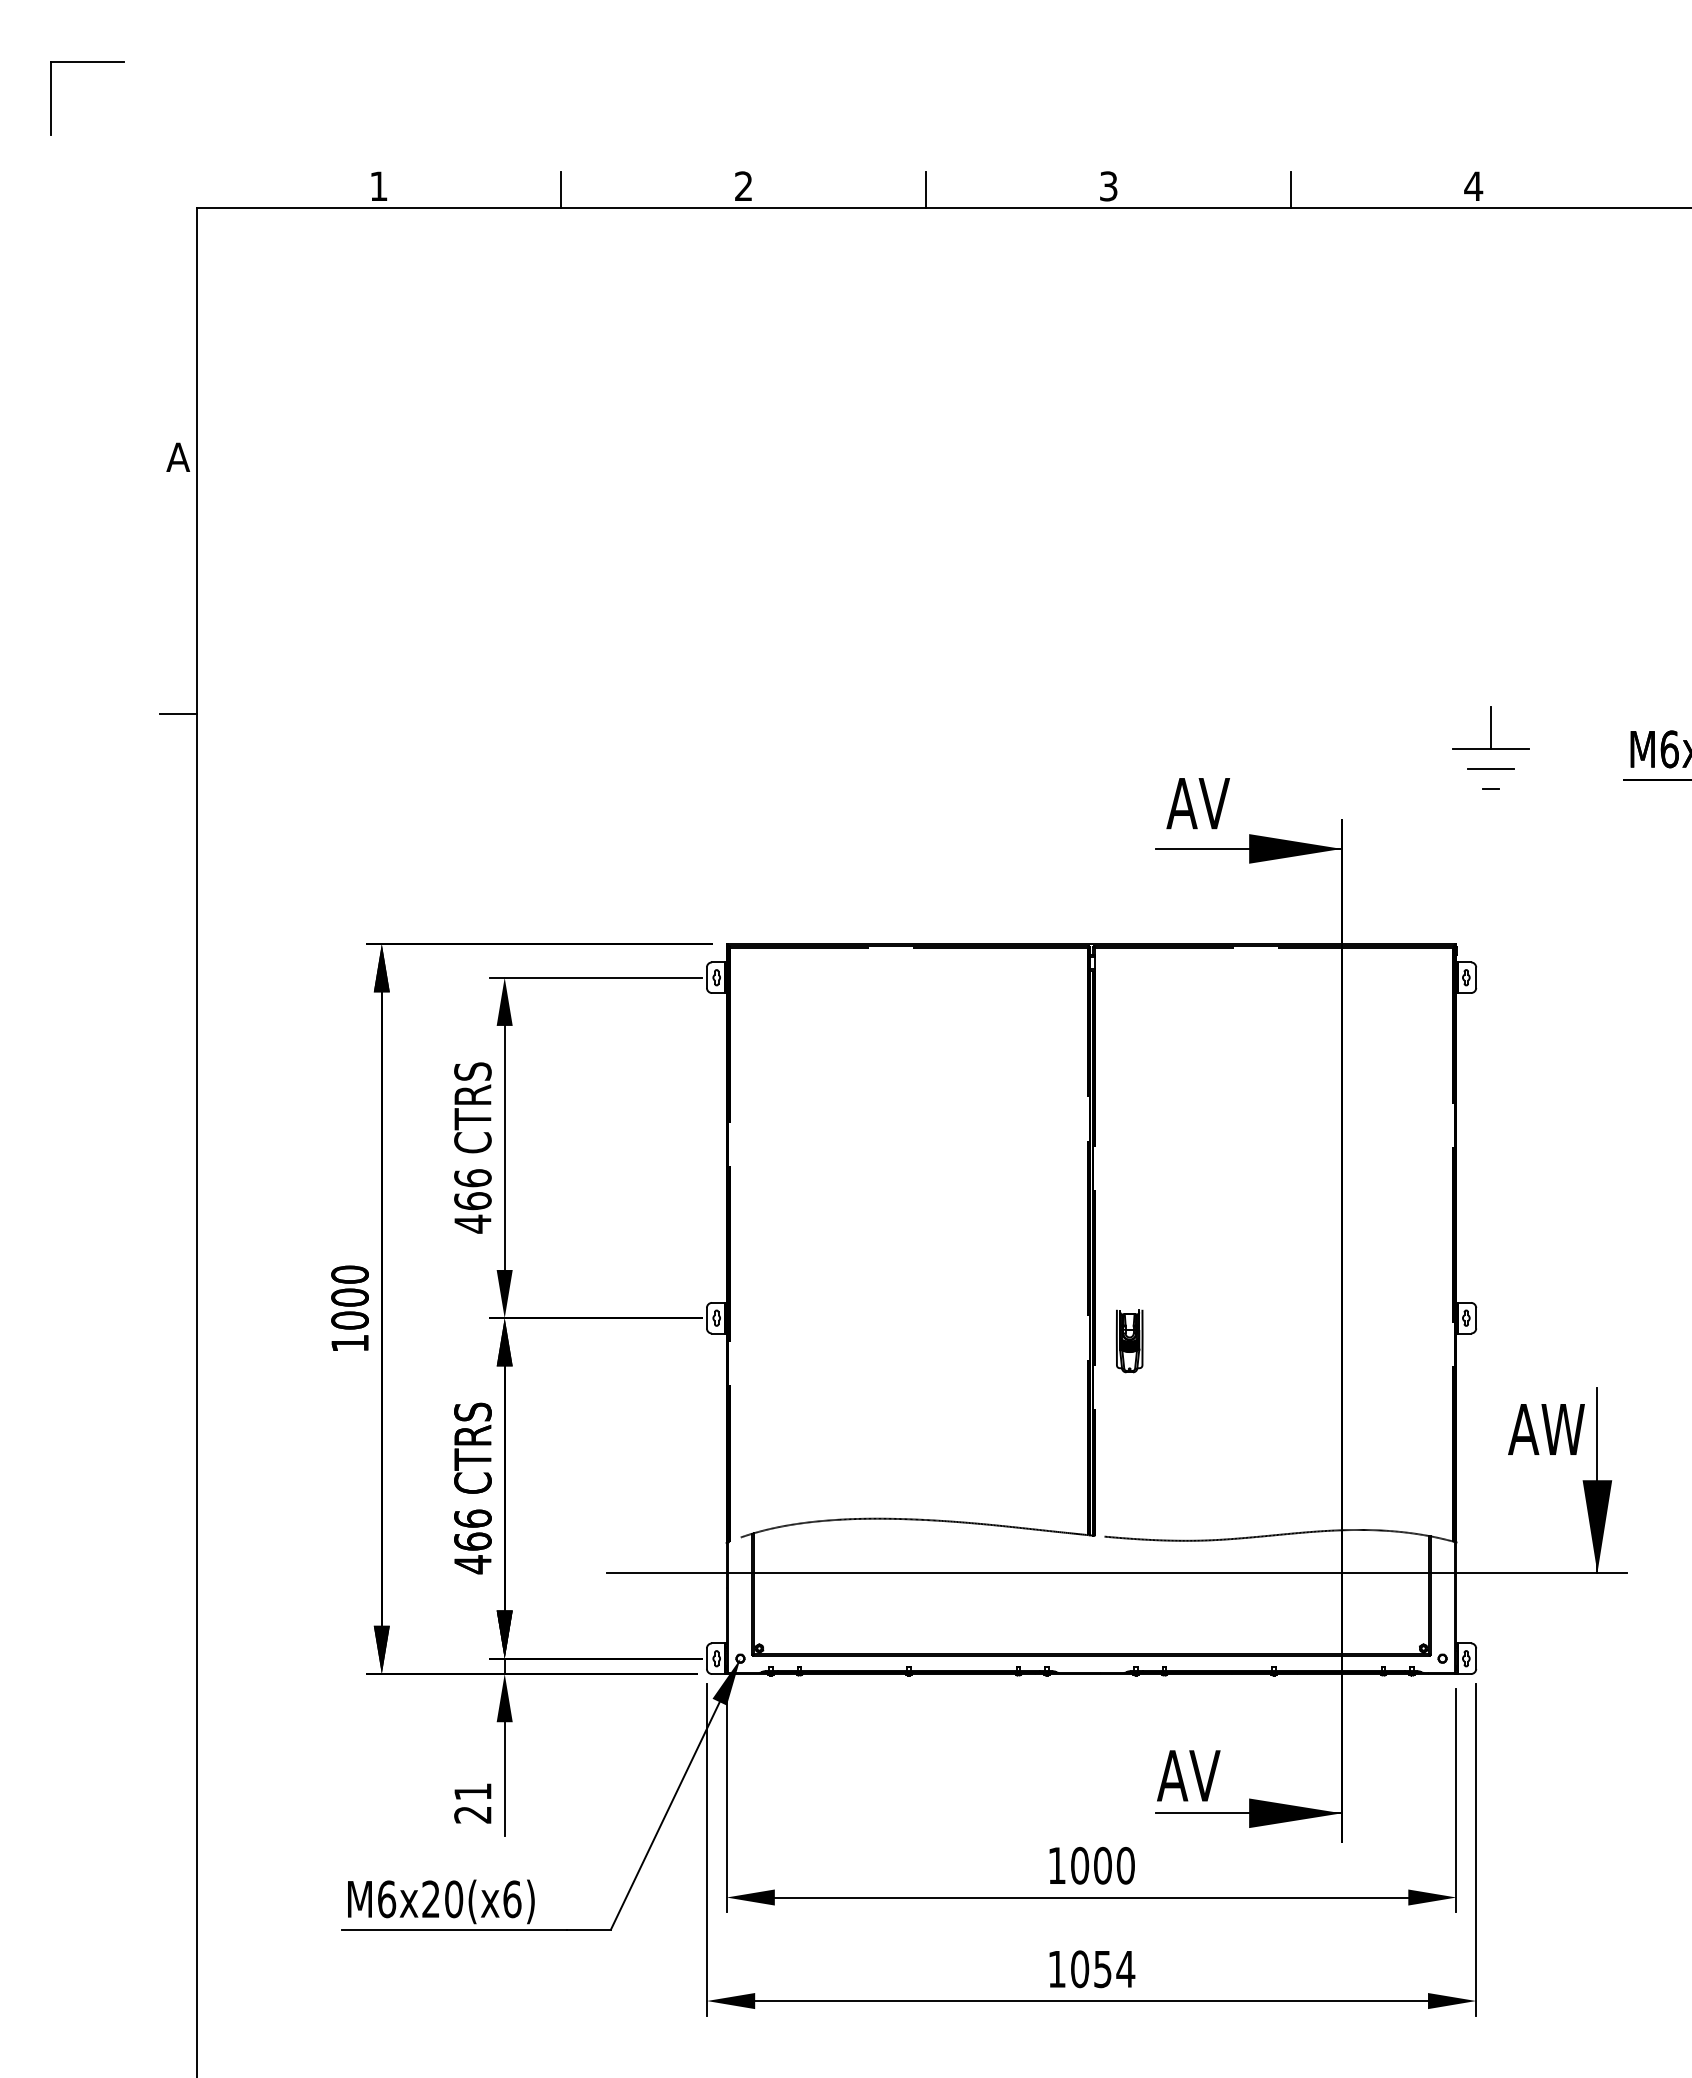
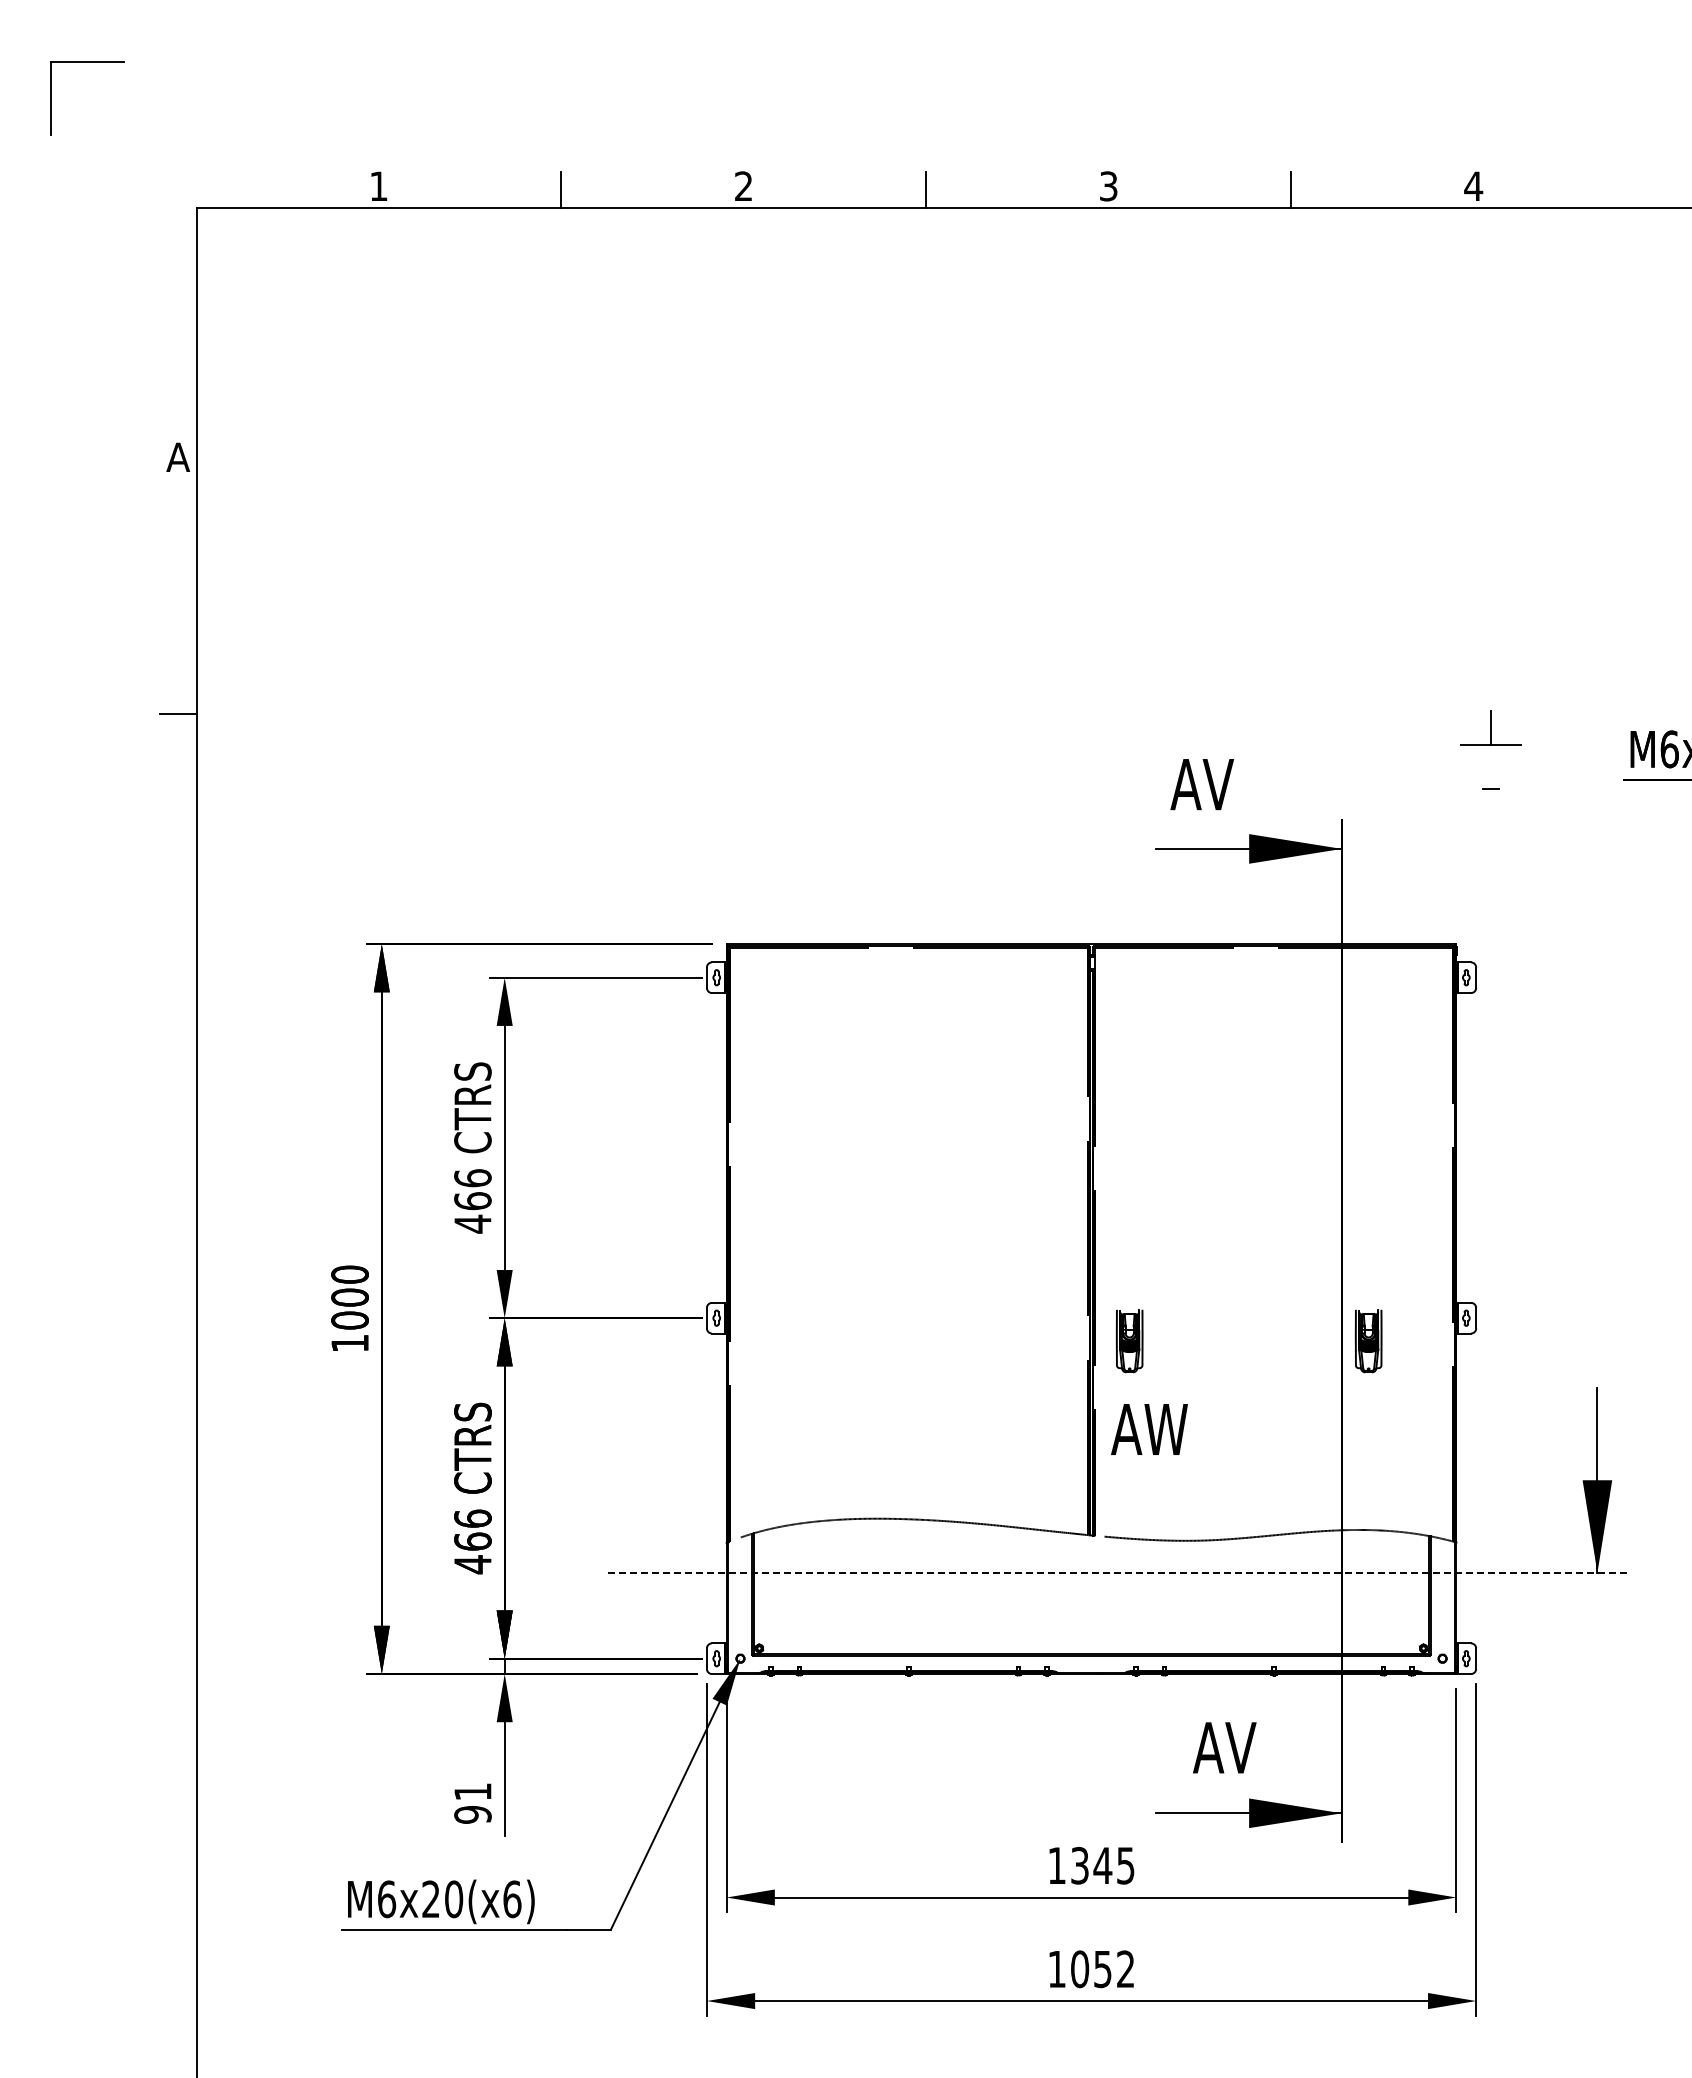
part at (1490, 727) size: 78x44 px -> 62x36 px
line at (1490, 769): present -> none
text at (1197, 803) position: (1197, 803) -> (1201, 784)
part at (1368, 1341): none -> present
text at (1546, 1429) position: (1546, 1429) -> (1149, 1429)
line at (1116, 1572): solid -> dashed
text at (1188, 1775) position: (1188, 1775) -> (1224, 1747)
text at (472, 1814): 21 -> 91
text at (1102, 1865): 1000 -> 1345
text at (1125, 1968): 1054 -> 1052
